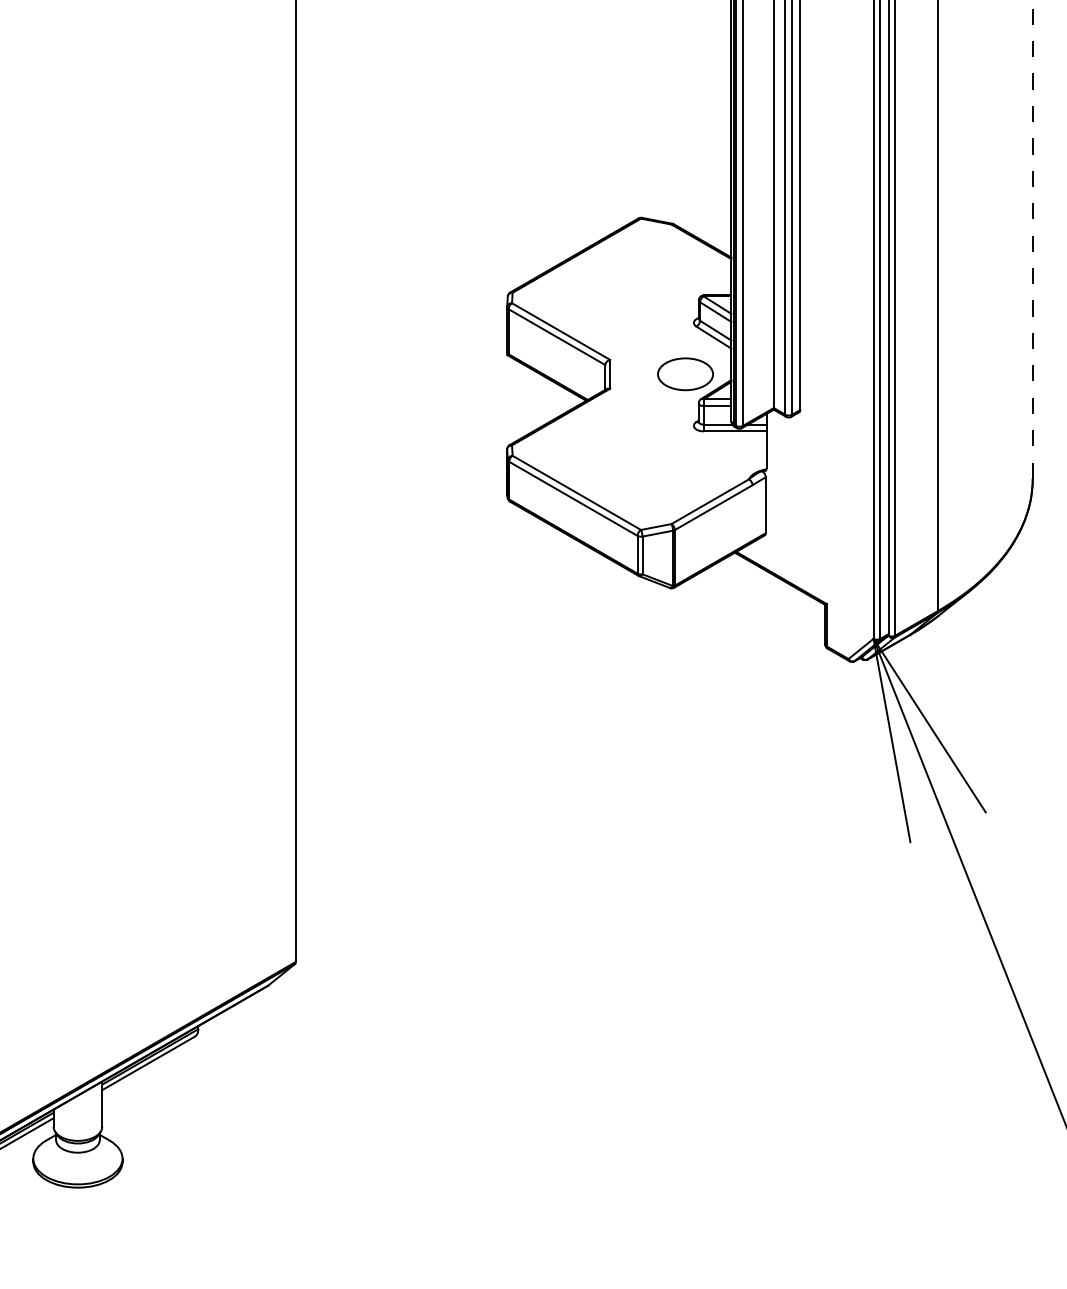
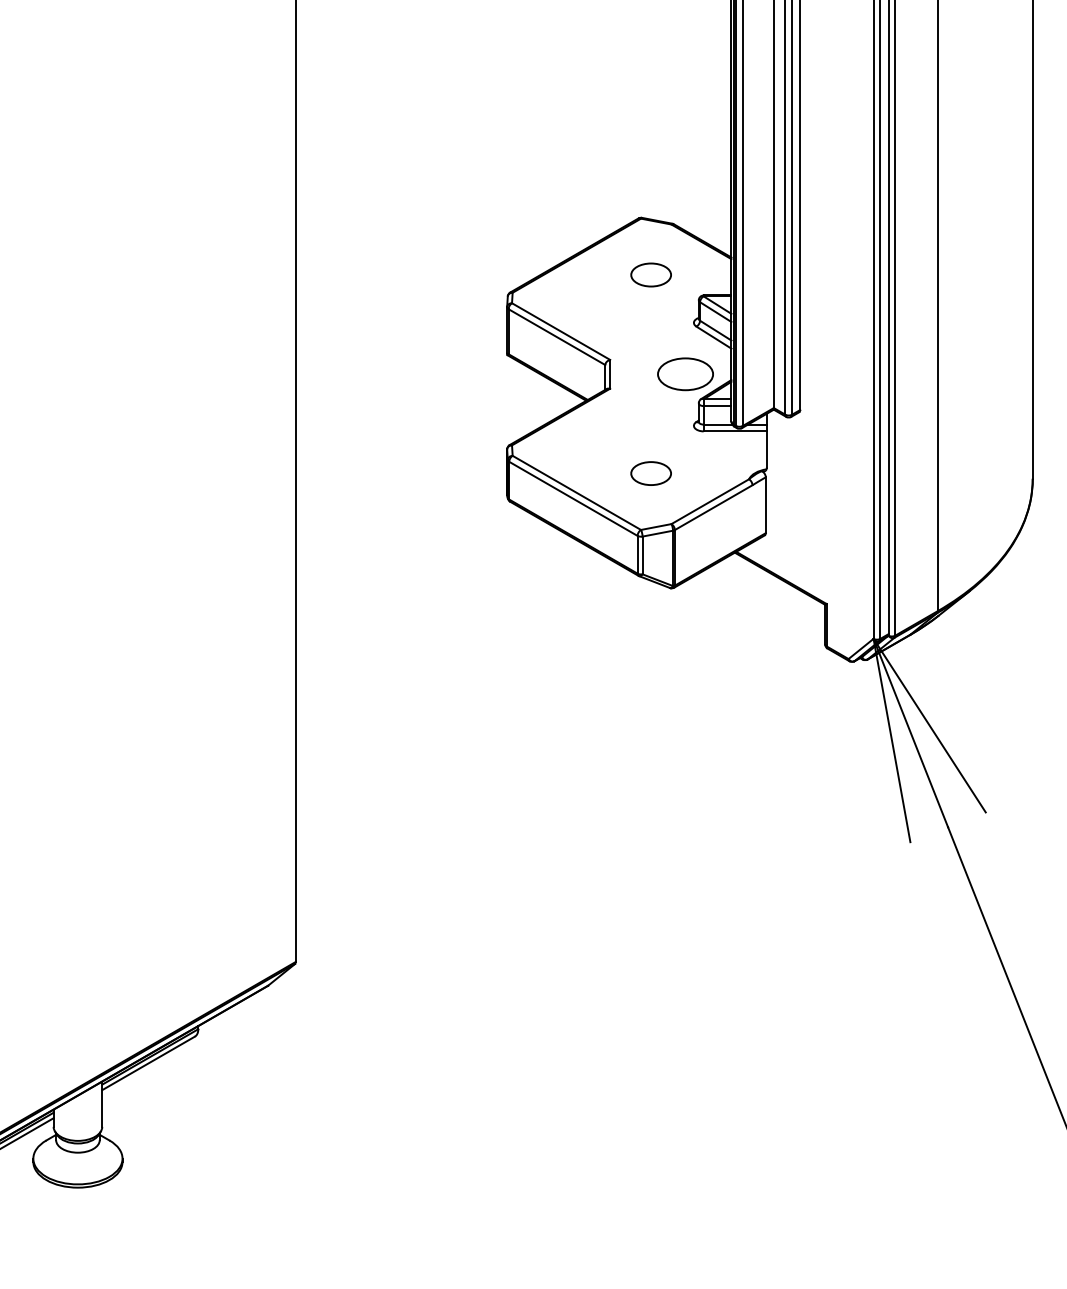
line at (1032, 239): dashed -> solid
part at (650, 274): none -> present
part at (650, 473): none -> present
